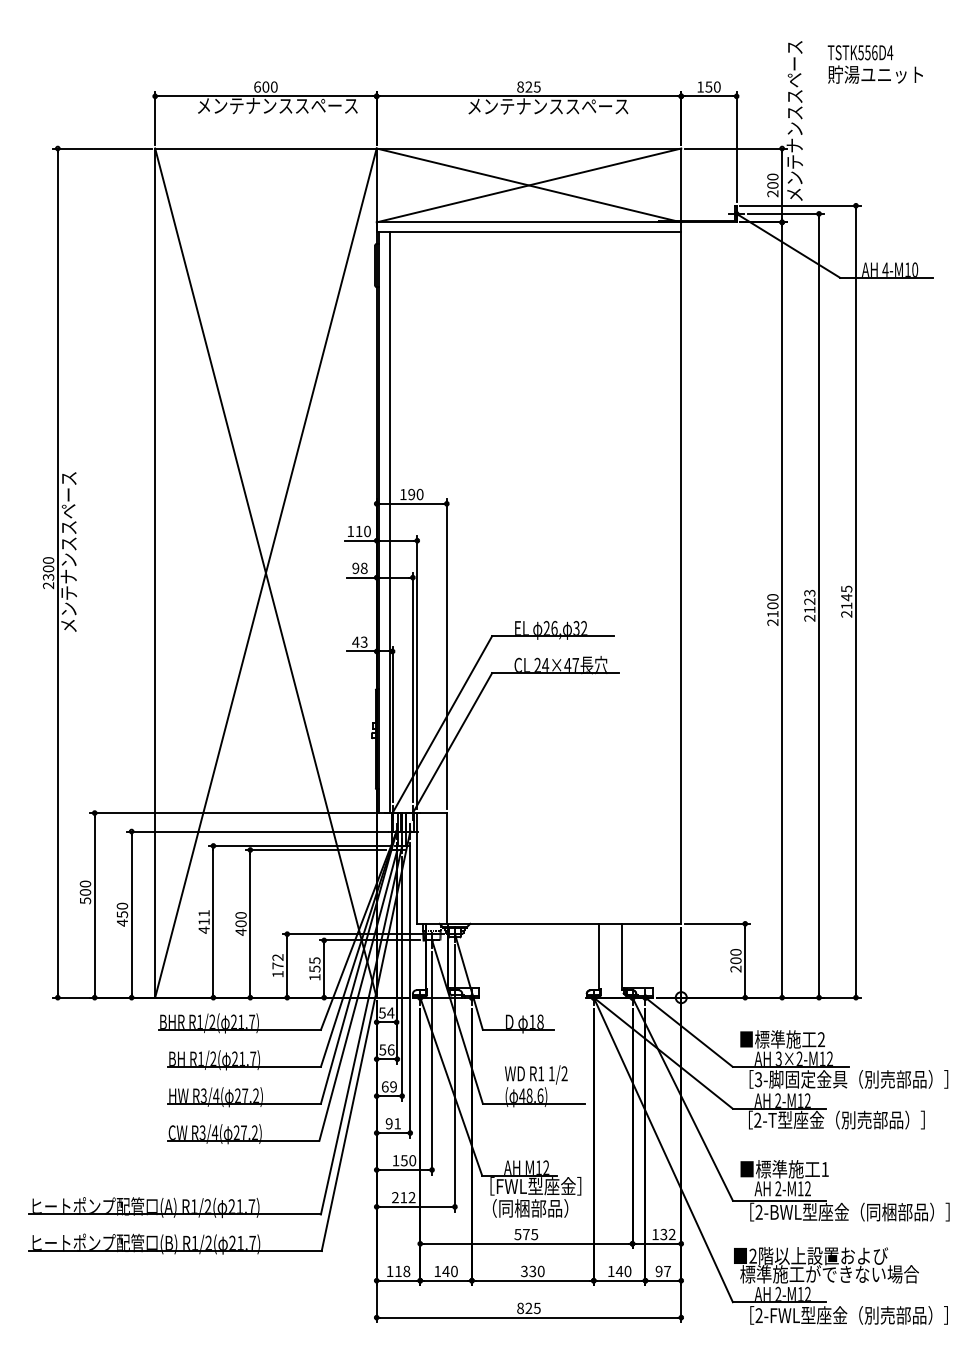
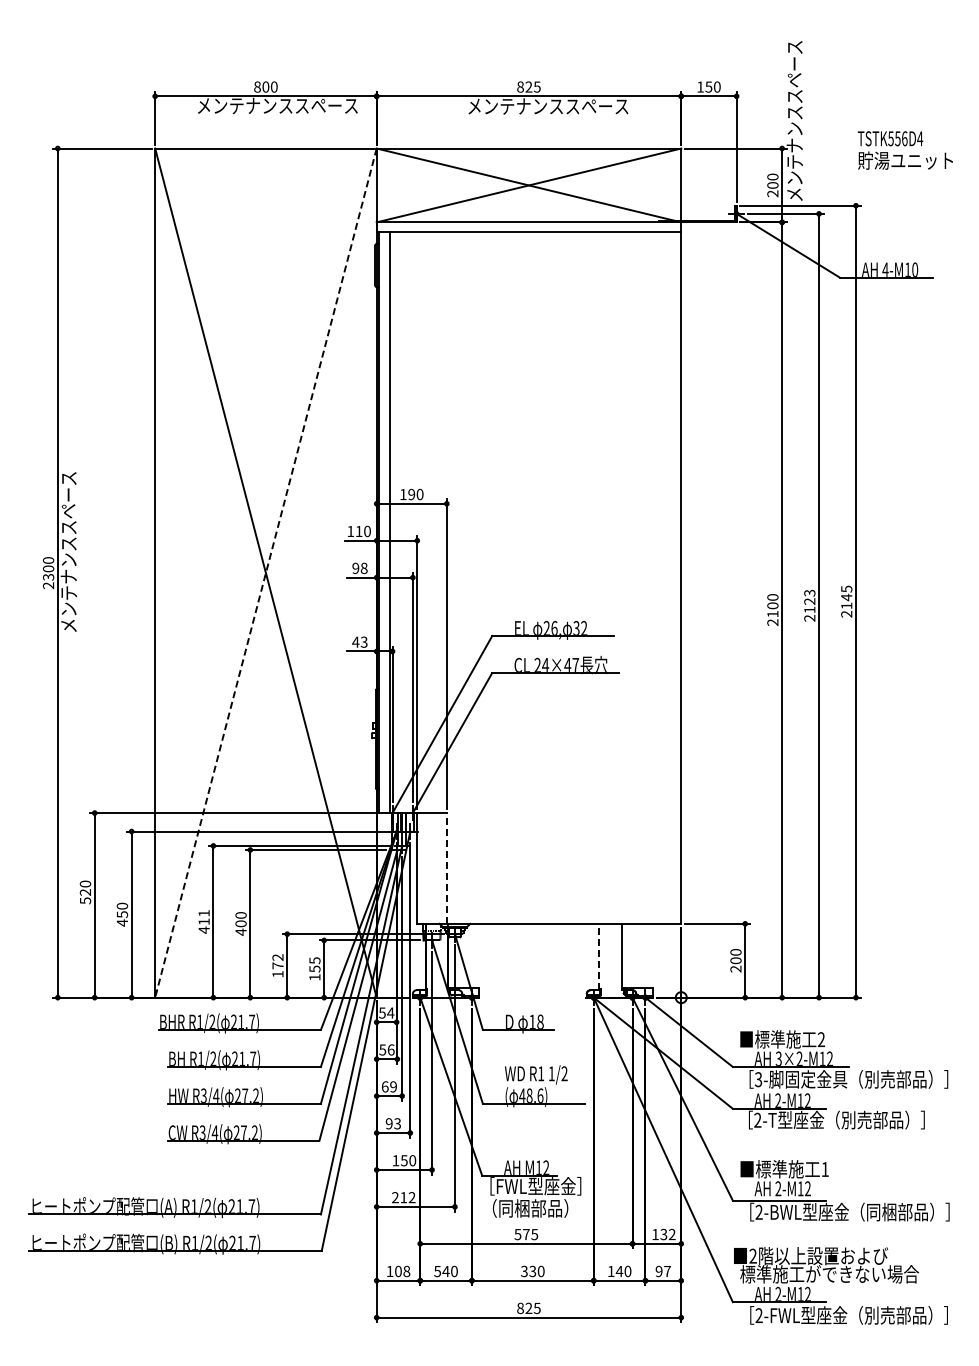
text at (874, 64) position: (874, 64) -> (904, 150)
text at (257, 86): 600 -> 800
line at (265, 573): solid -> dashed
line at (446, 867): solid -> dashed
text at (85, 892): 500 -> 520
line at (599, 956): solid -> dashed
text at (397, 1123): 91 -> 93
text at (398, 1271): 118 -> 108
text at (437, 1271): 140 -> 540
